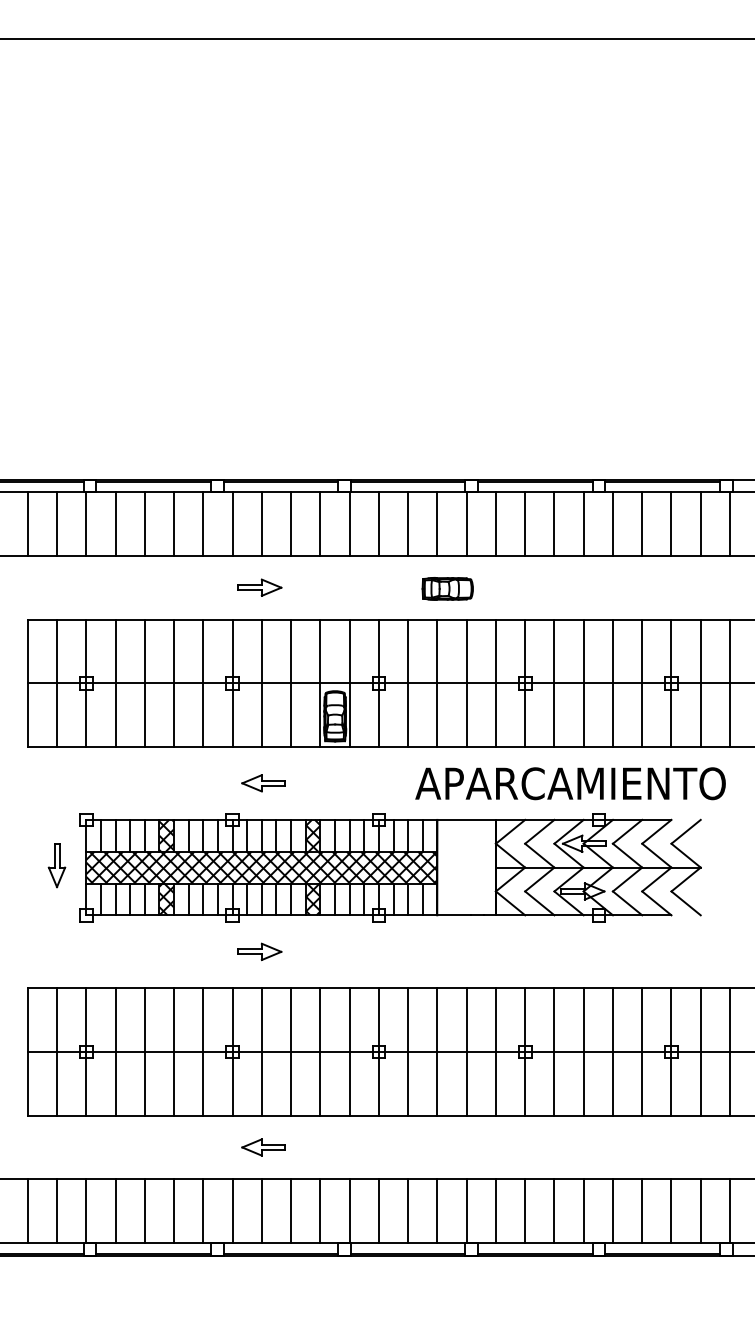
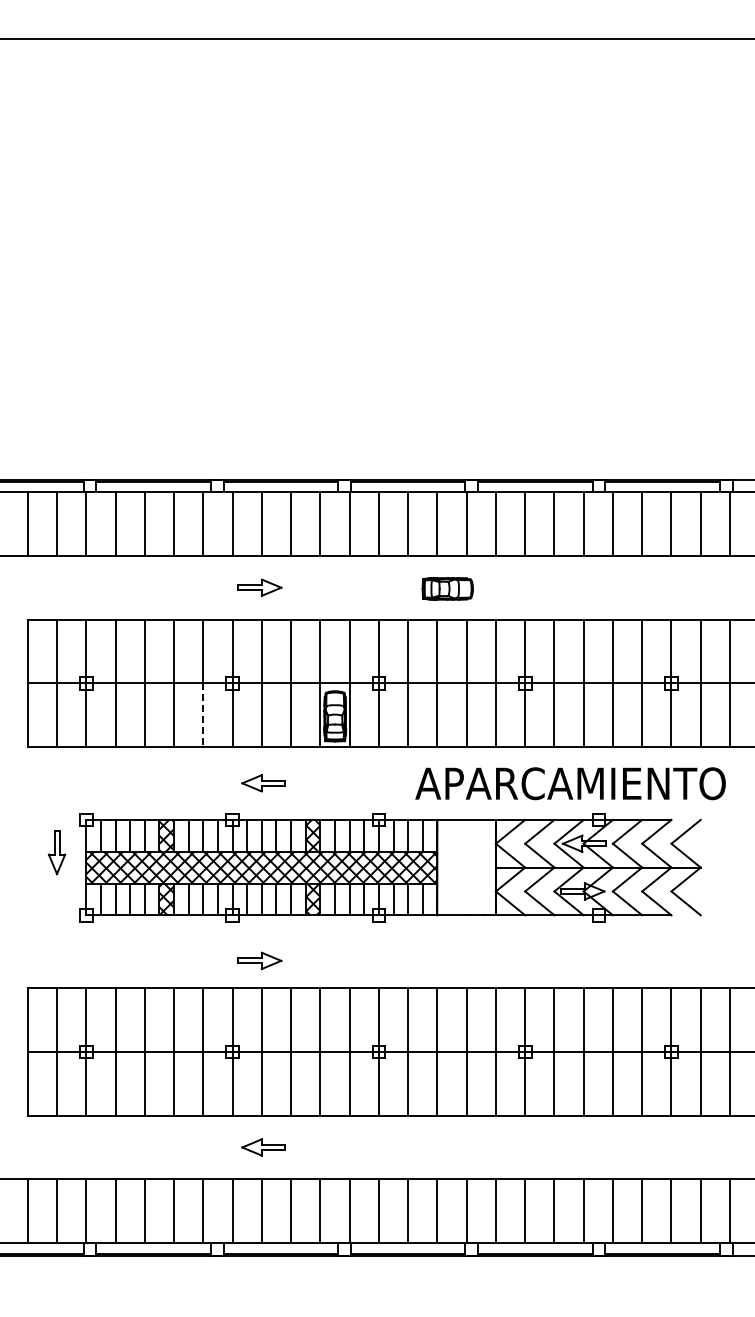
line at (203, 714): solid -> dashed
part at (56, 865) position: (56, 865) -> (56, 852)
part at (259, 951) position: (259, 951) -> (259, 960)
